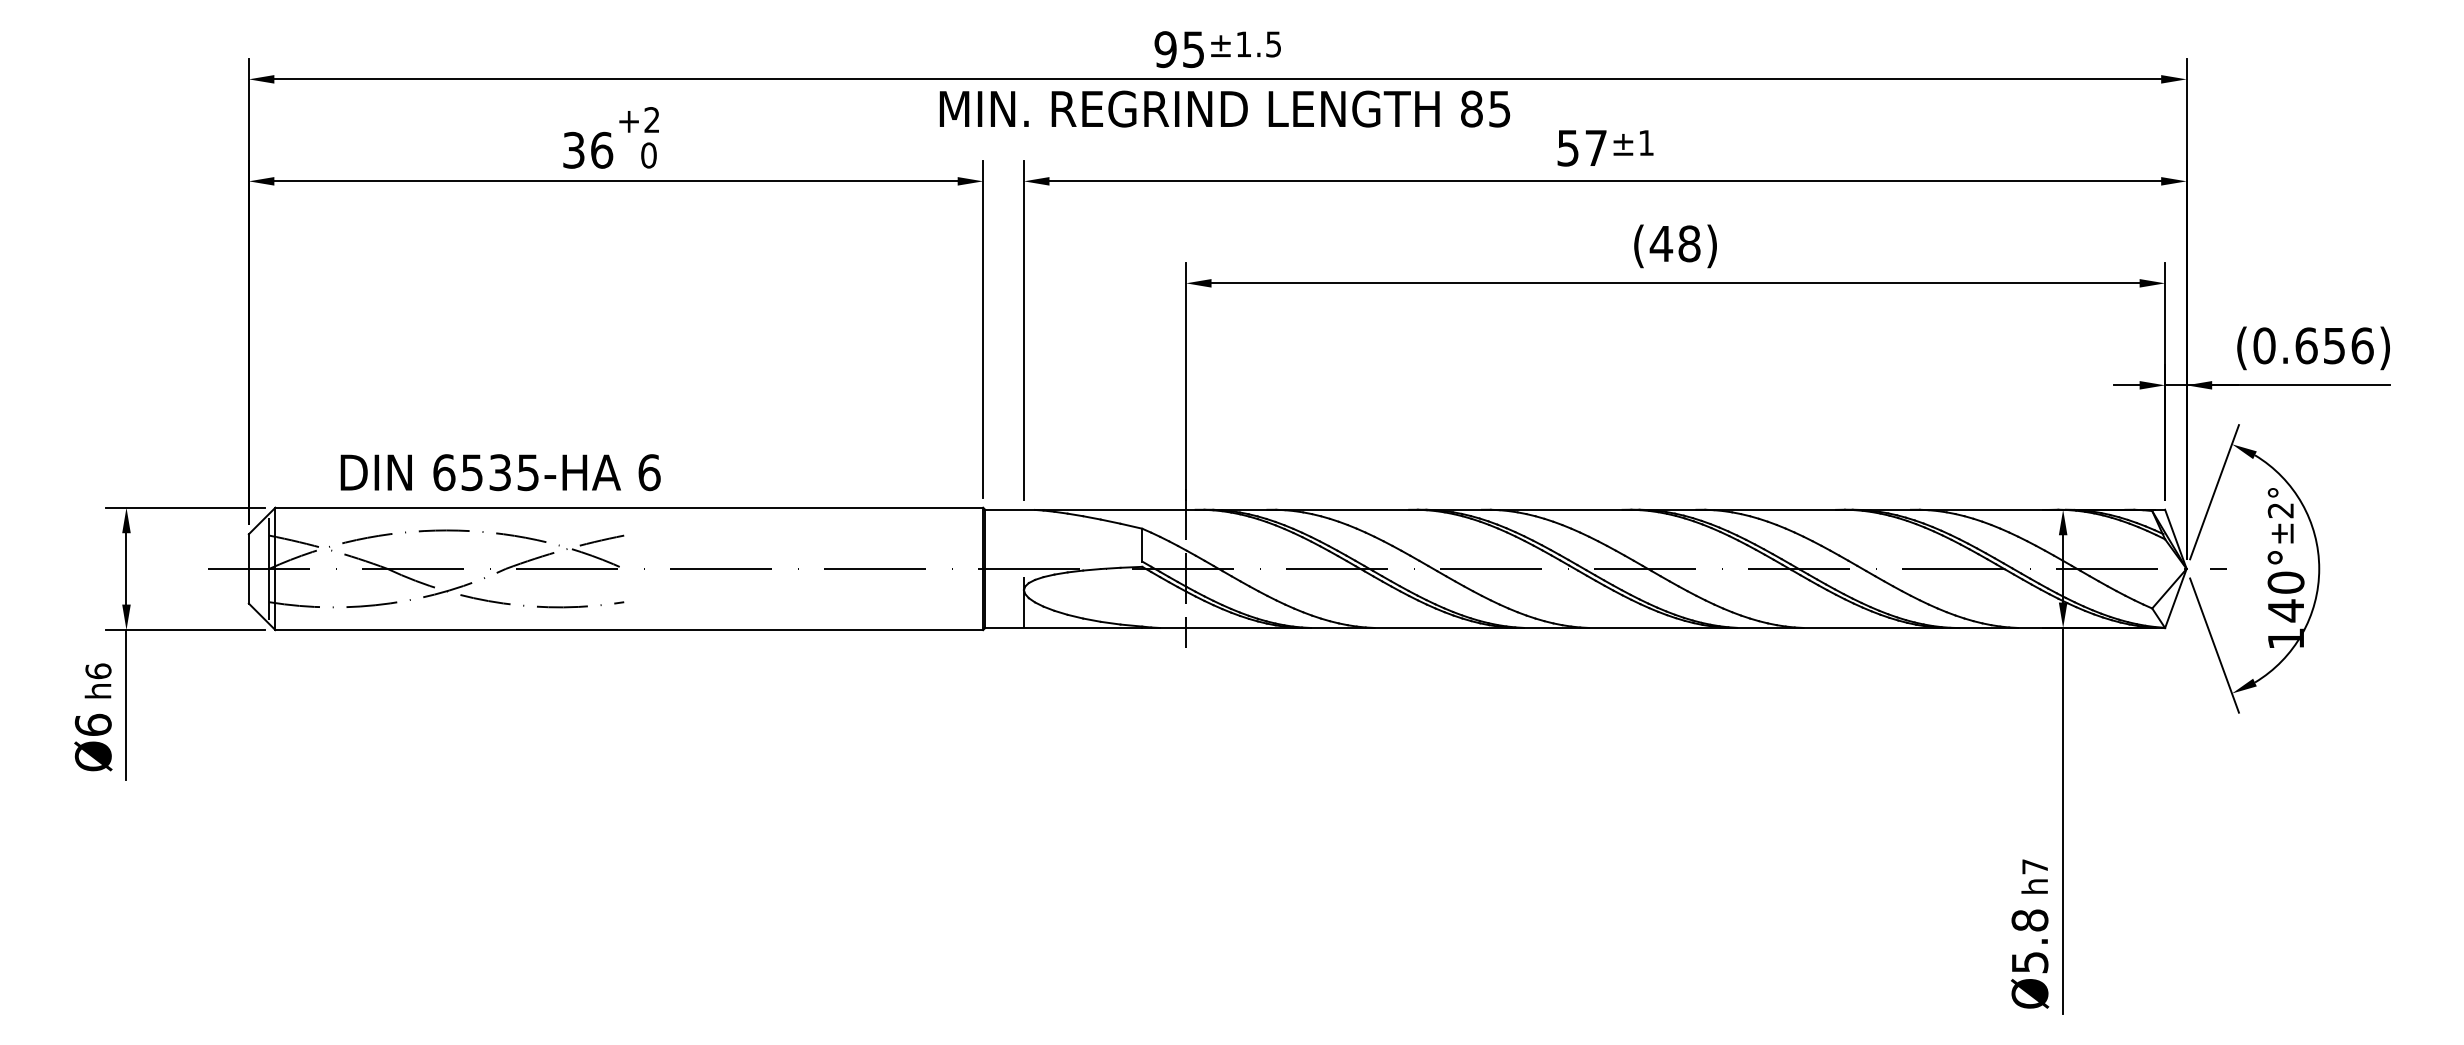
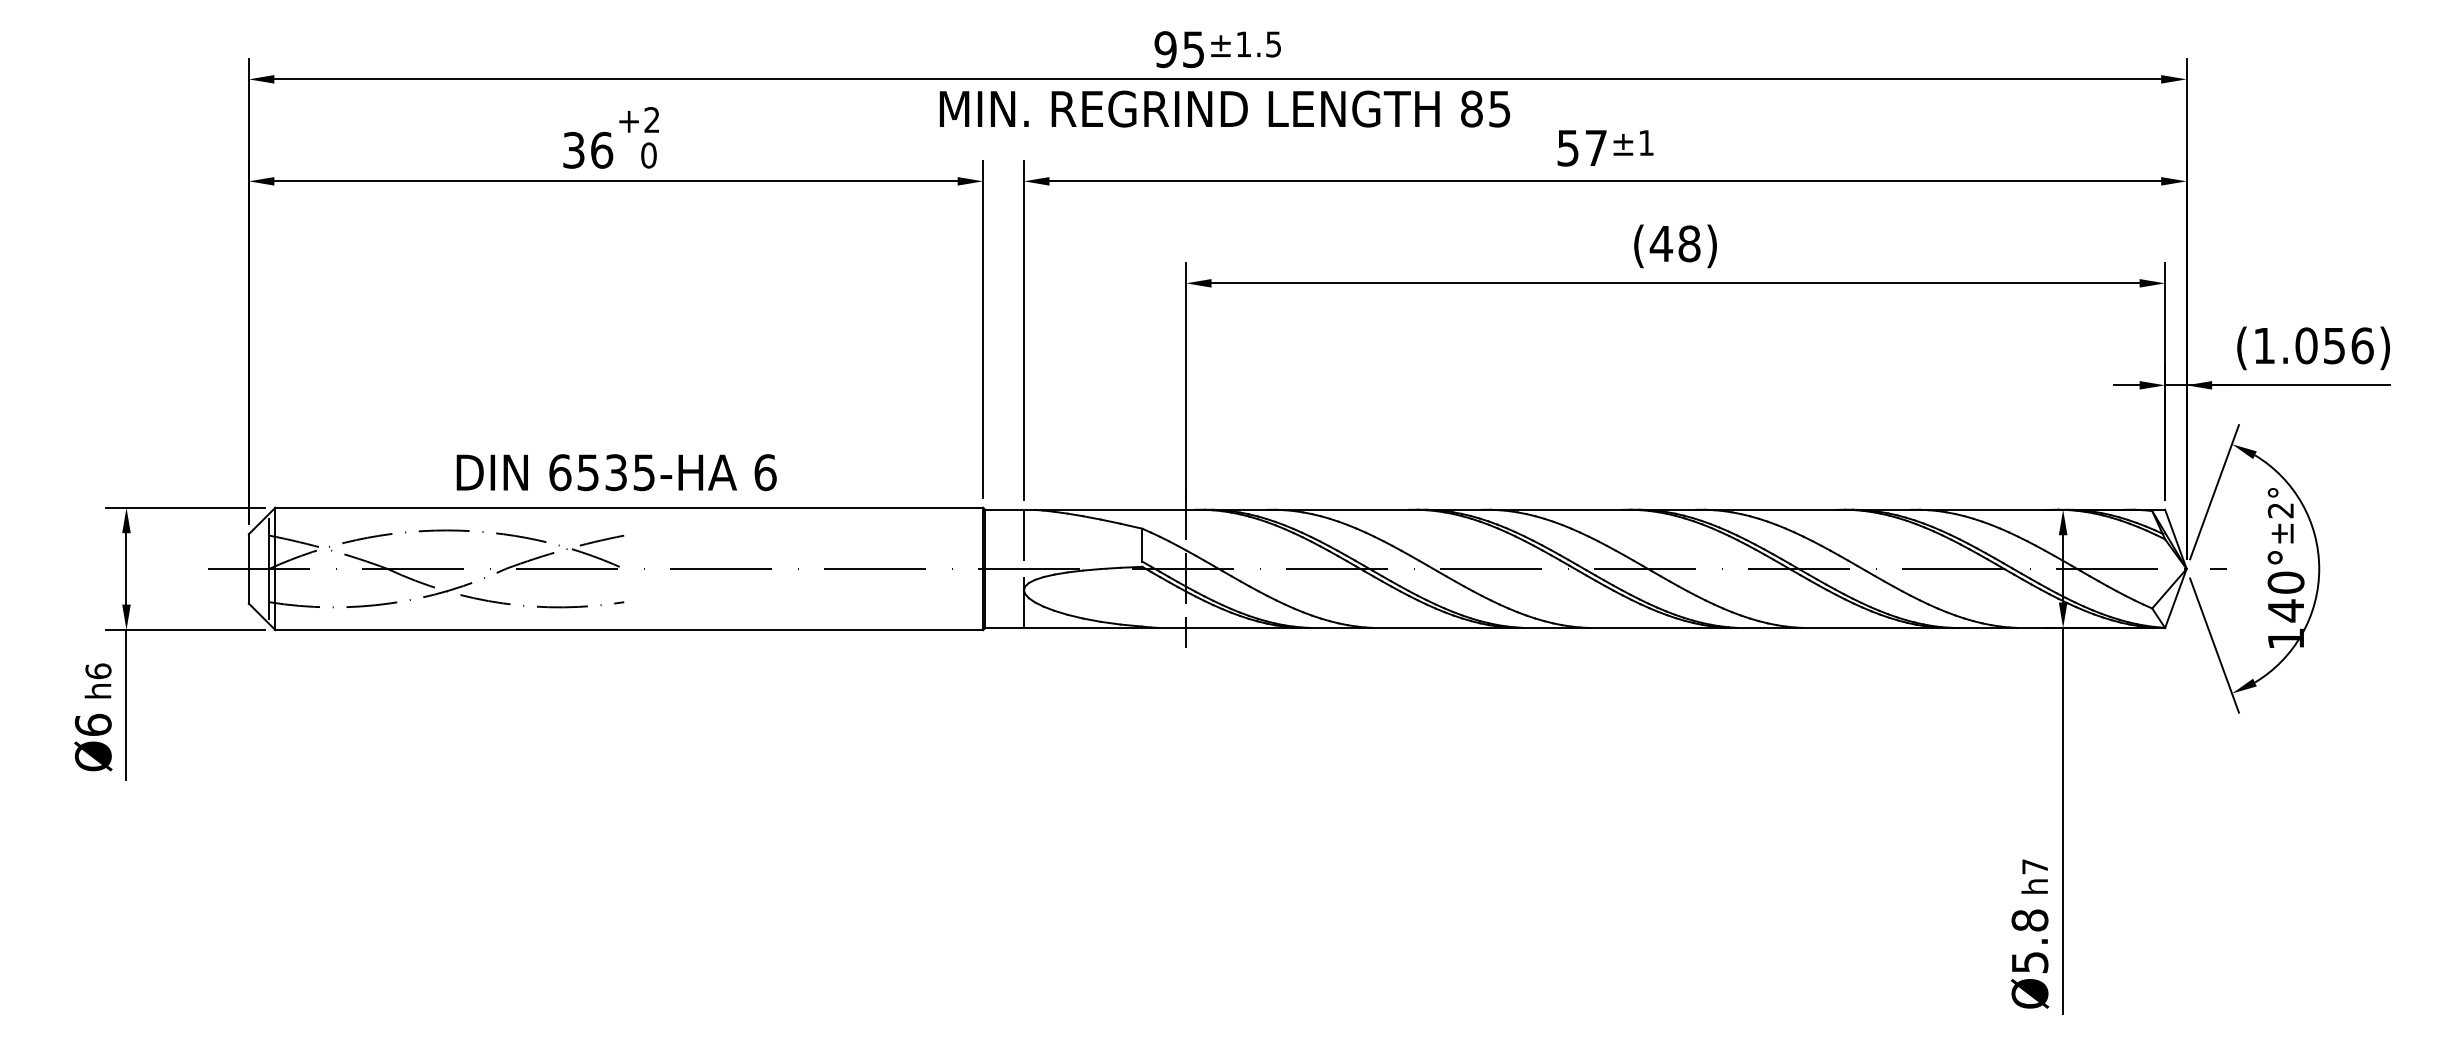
text at (2285, 345): (0.656) -> (1.056)
text at (500, 472) position: (500, 472) -> (616, 472)
line at (1023, 538): none -> present
